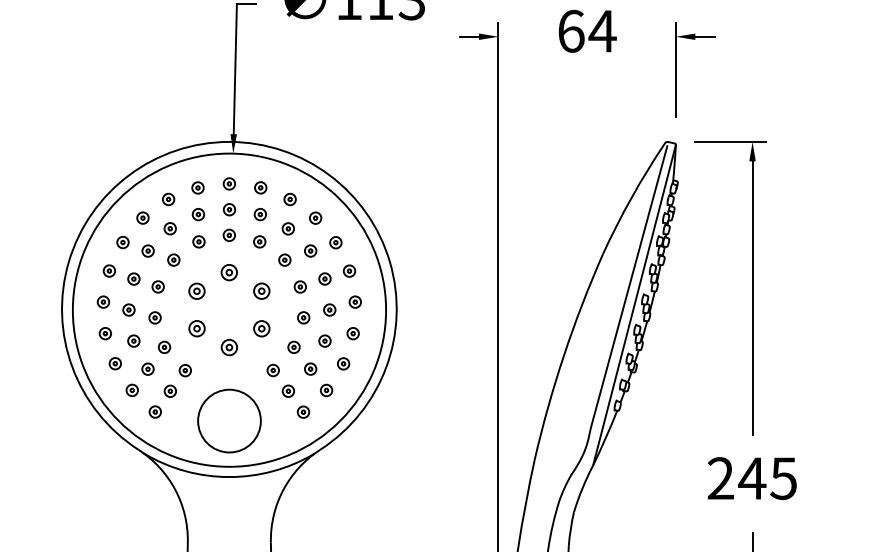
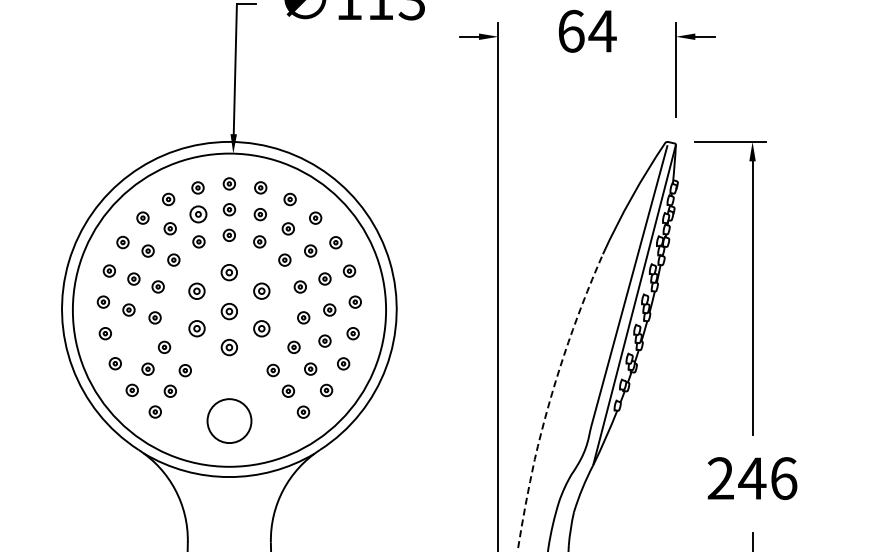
part at (198, 214) size: 15x14 px -> 19x19 px
part at (228, 311): none -> present
part at (133, 340): present -> none
line at (550, 399): solid -> dashed
circle at (229, 420) diameter: 63 px -> 44 px
text at (783, 478): 245 -> 246
